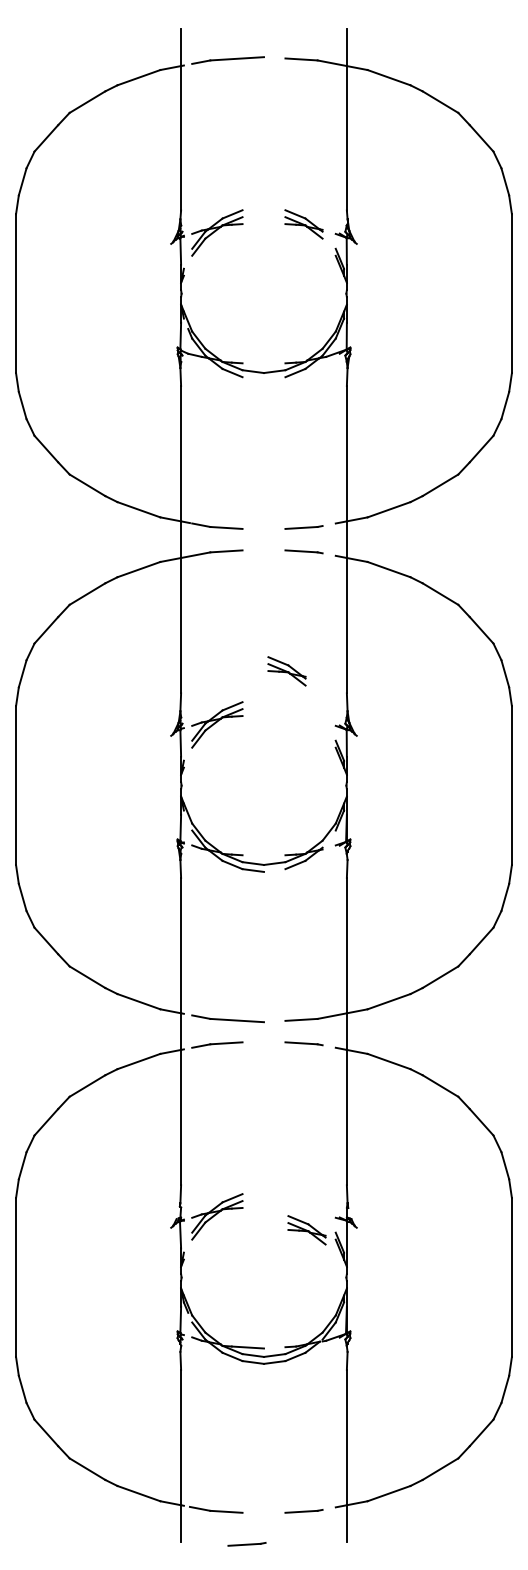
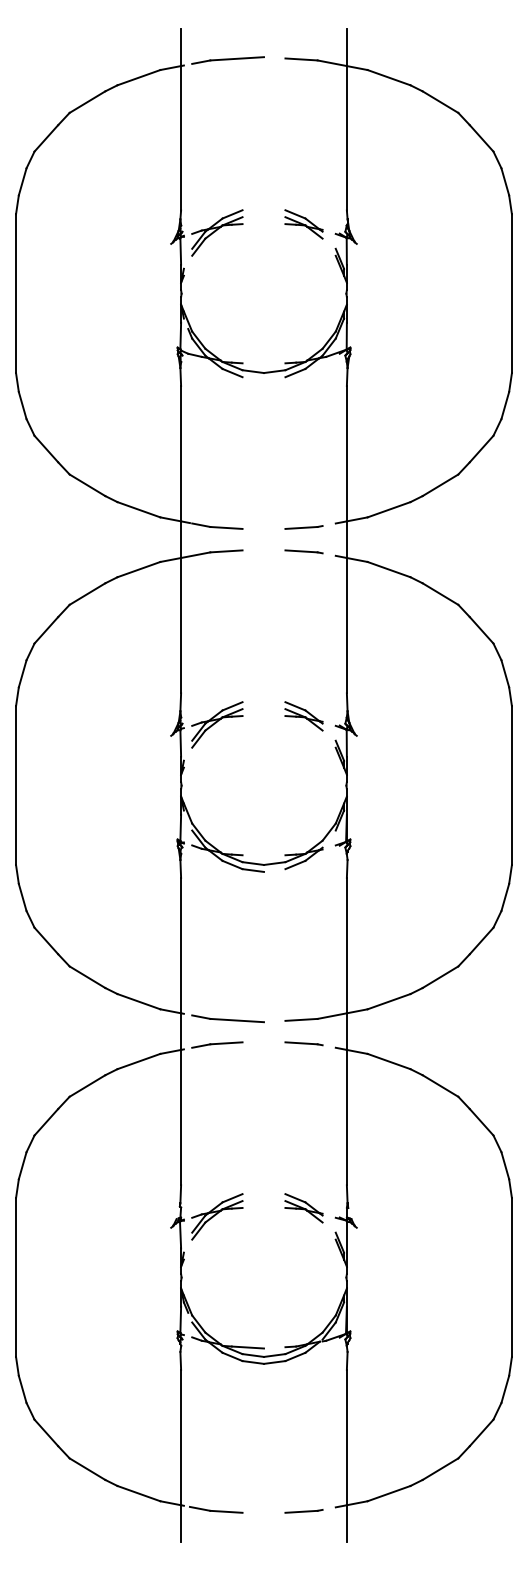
part at (286, 671) position: (286, 671) -> (303, 716)
part at (306, 1230) position: (306, 1230) -> (303, 1208)
line at (246, 1544): present -> none
